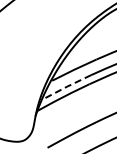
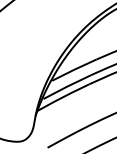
line at (67, 86): dashed -> solid
